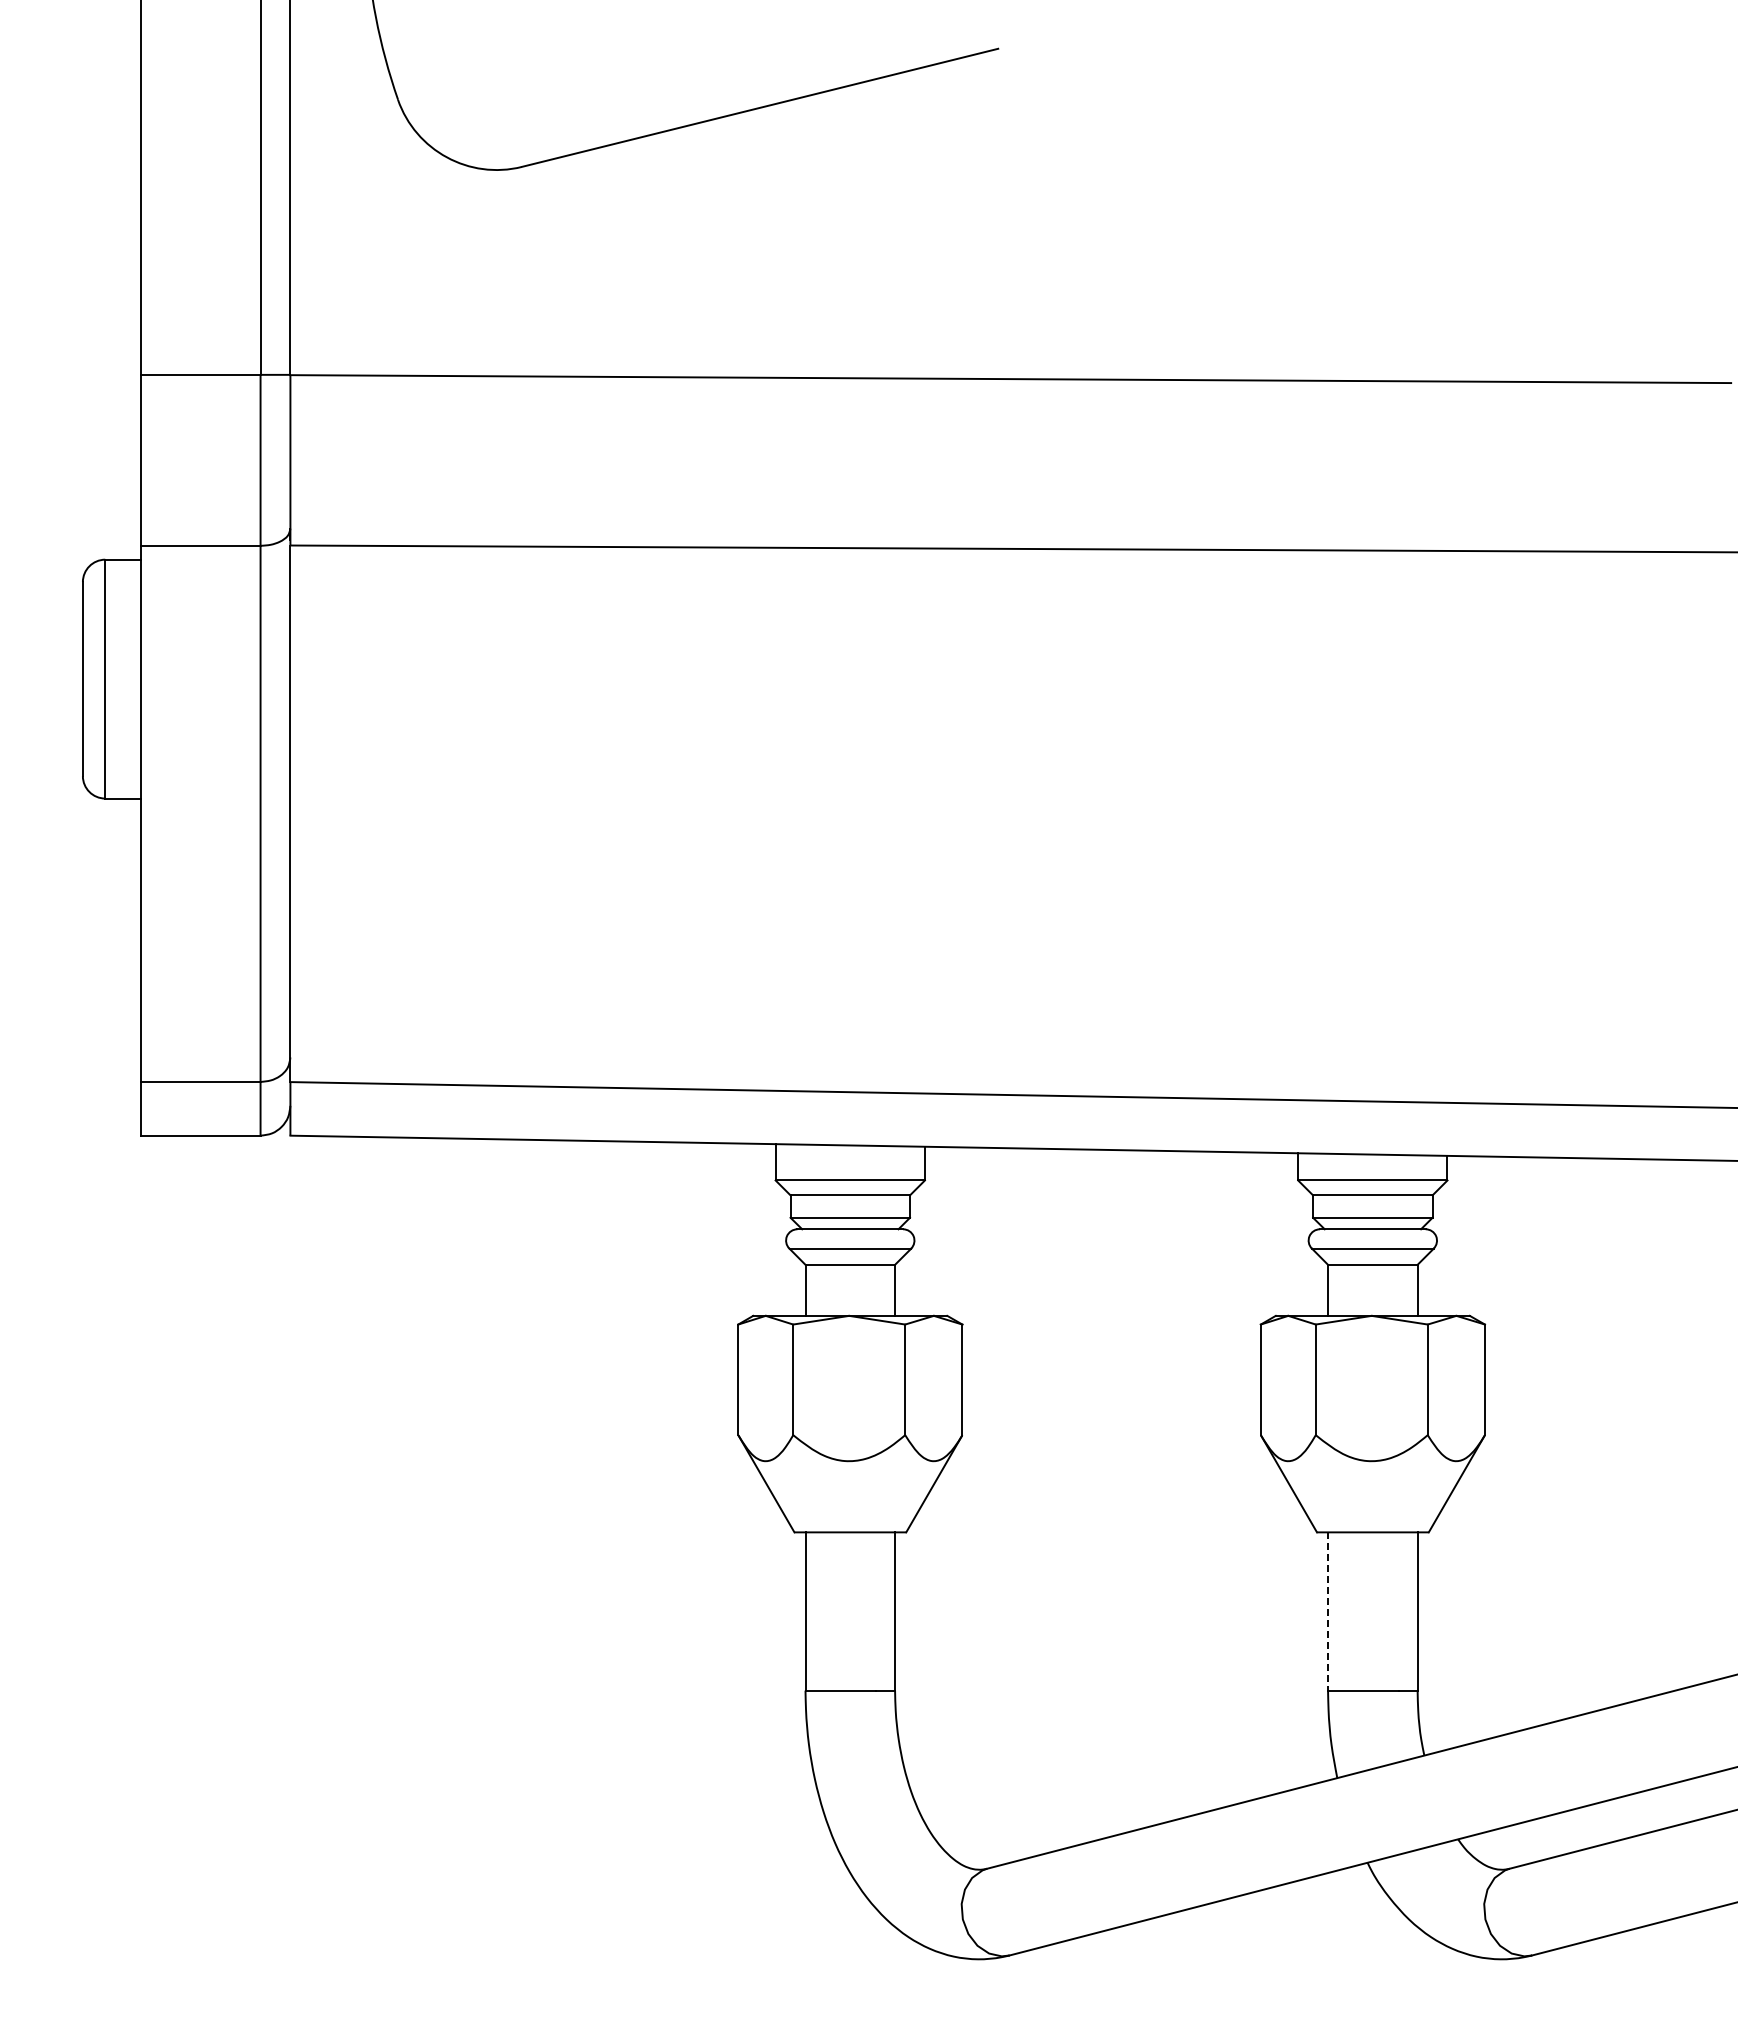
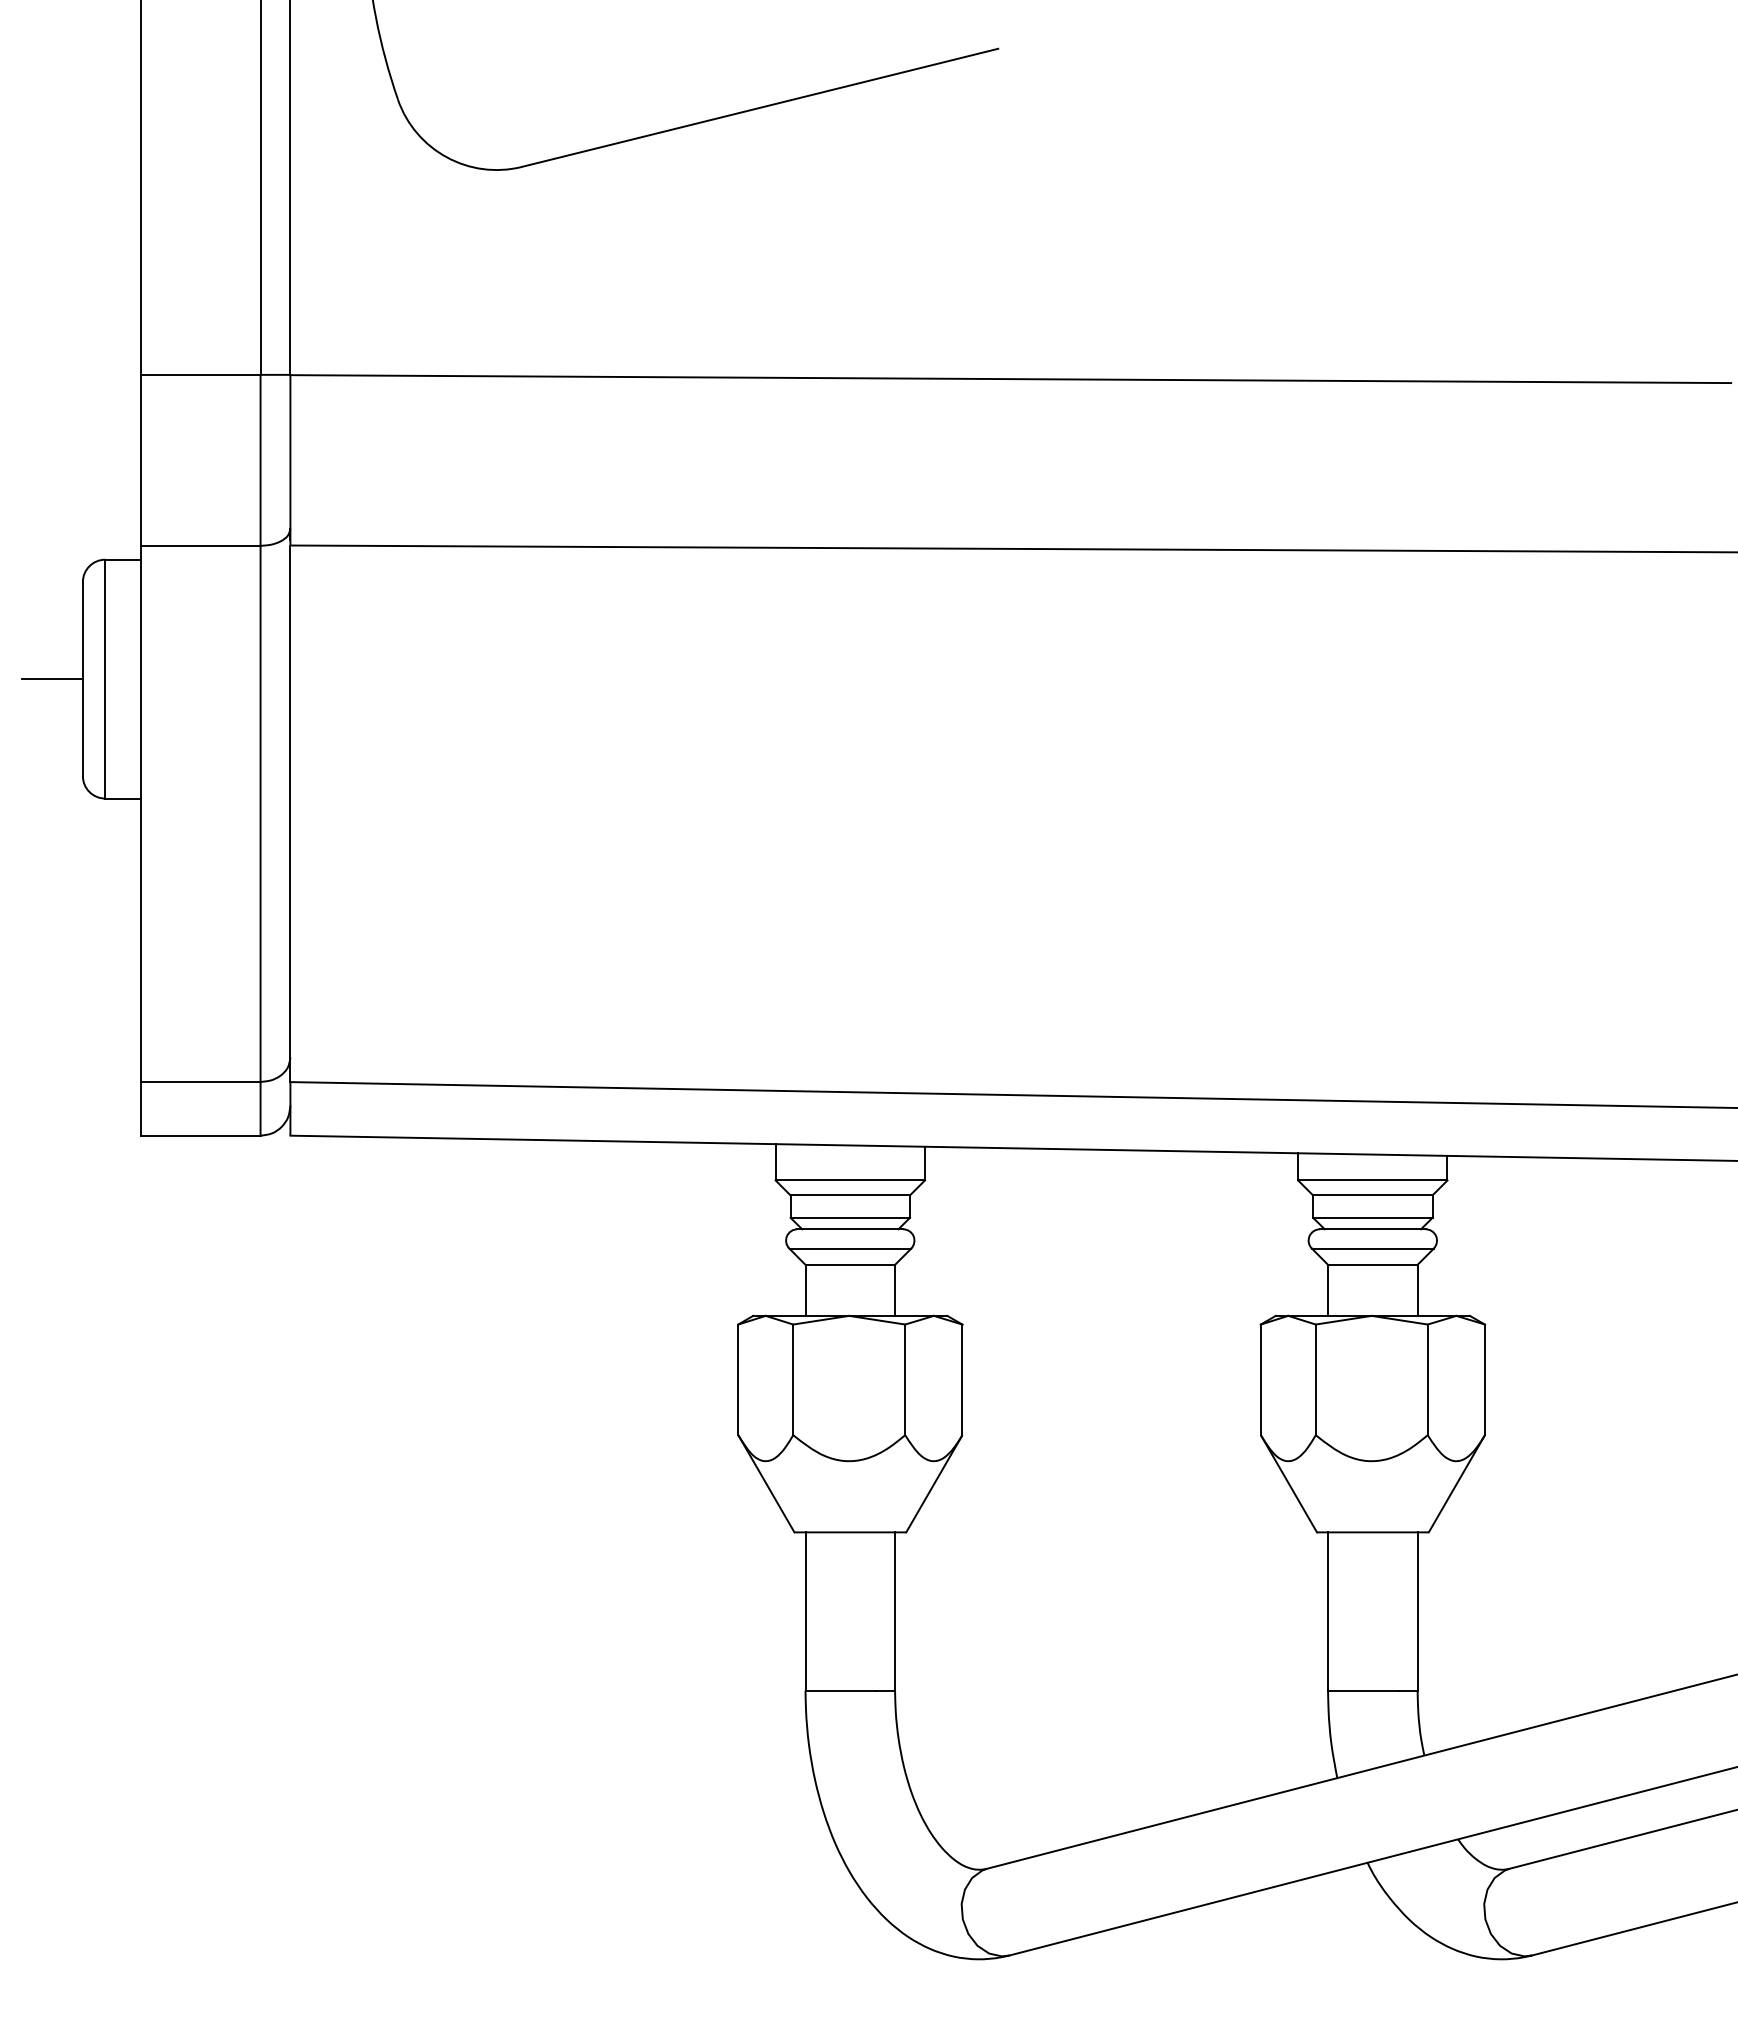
line at (51, 678): none -> present
line at (1328, 1612): dashed -> solid
